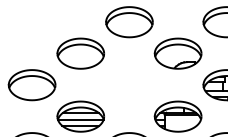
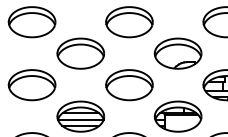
part at (31, 22): none -> present
part at (129, 85): none -> present
